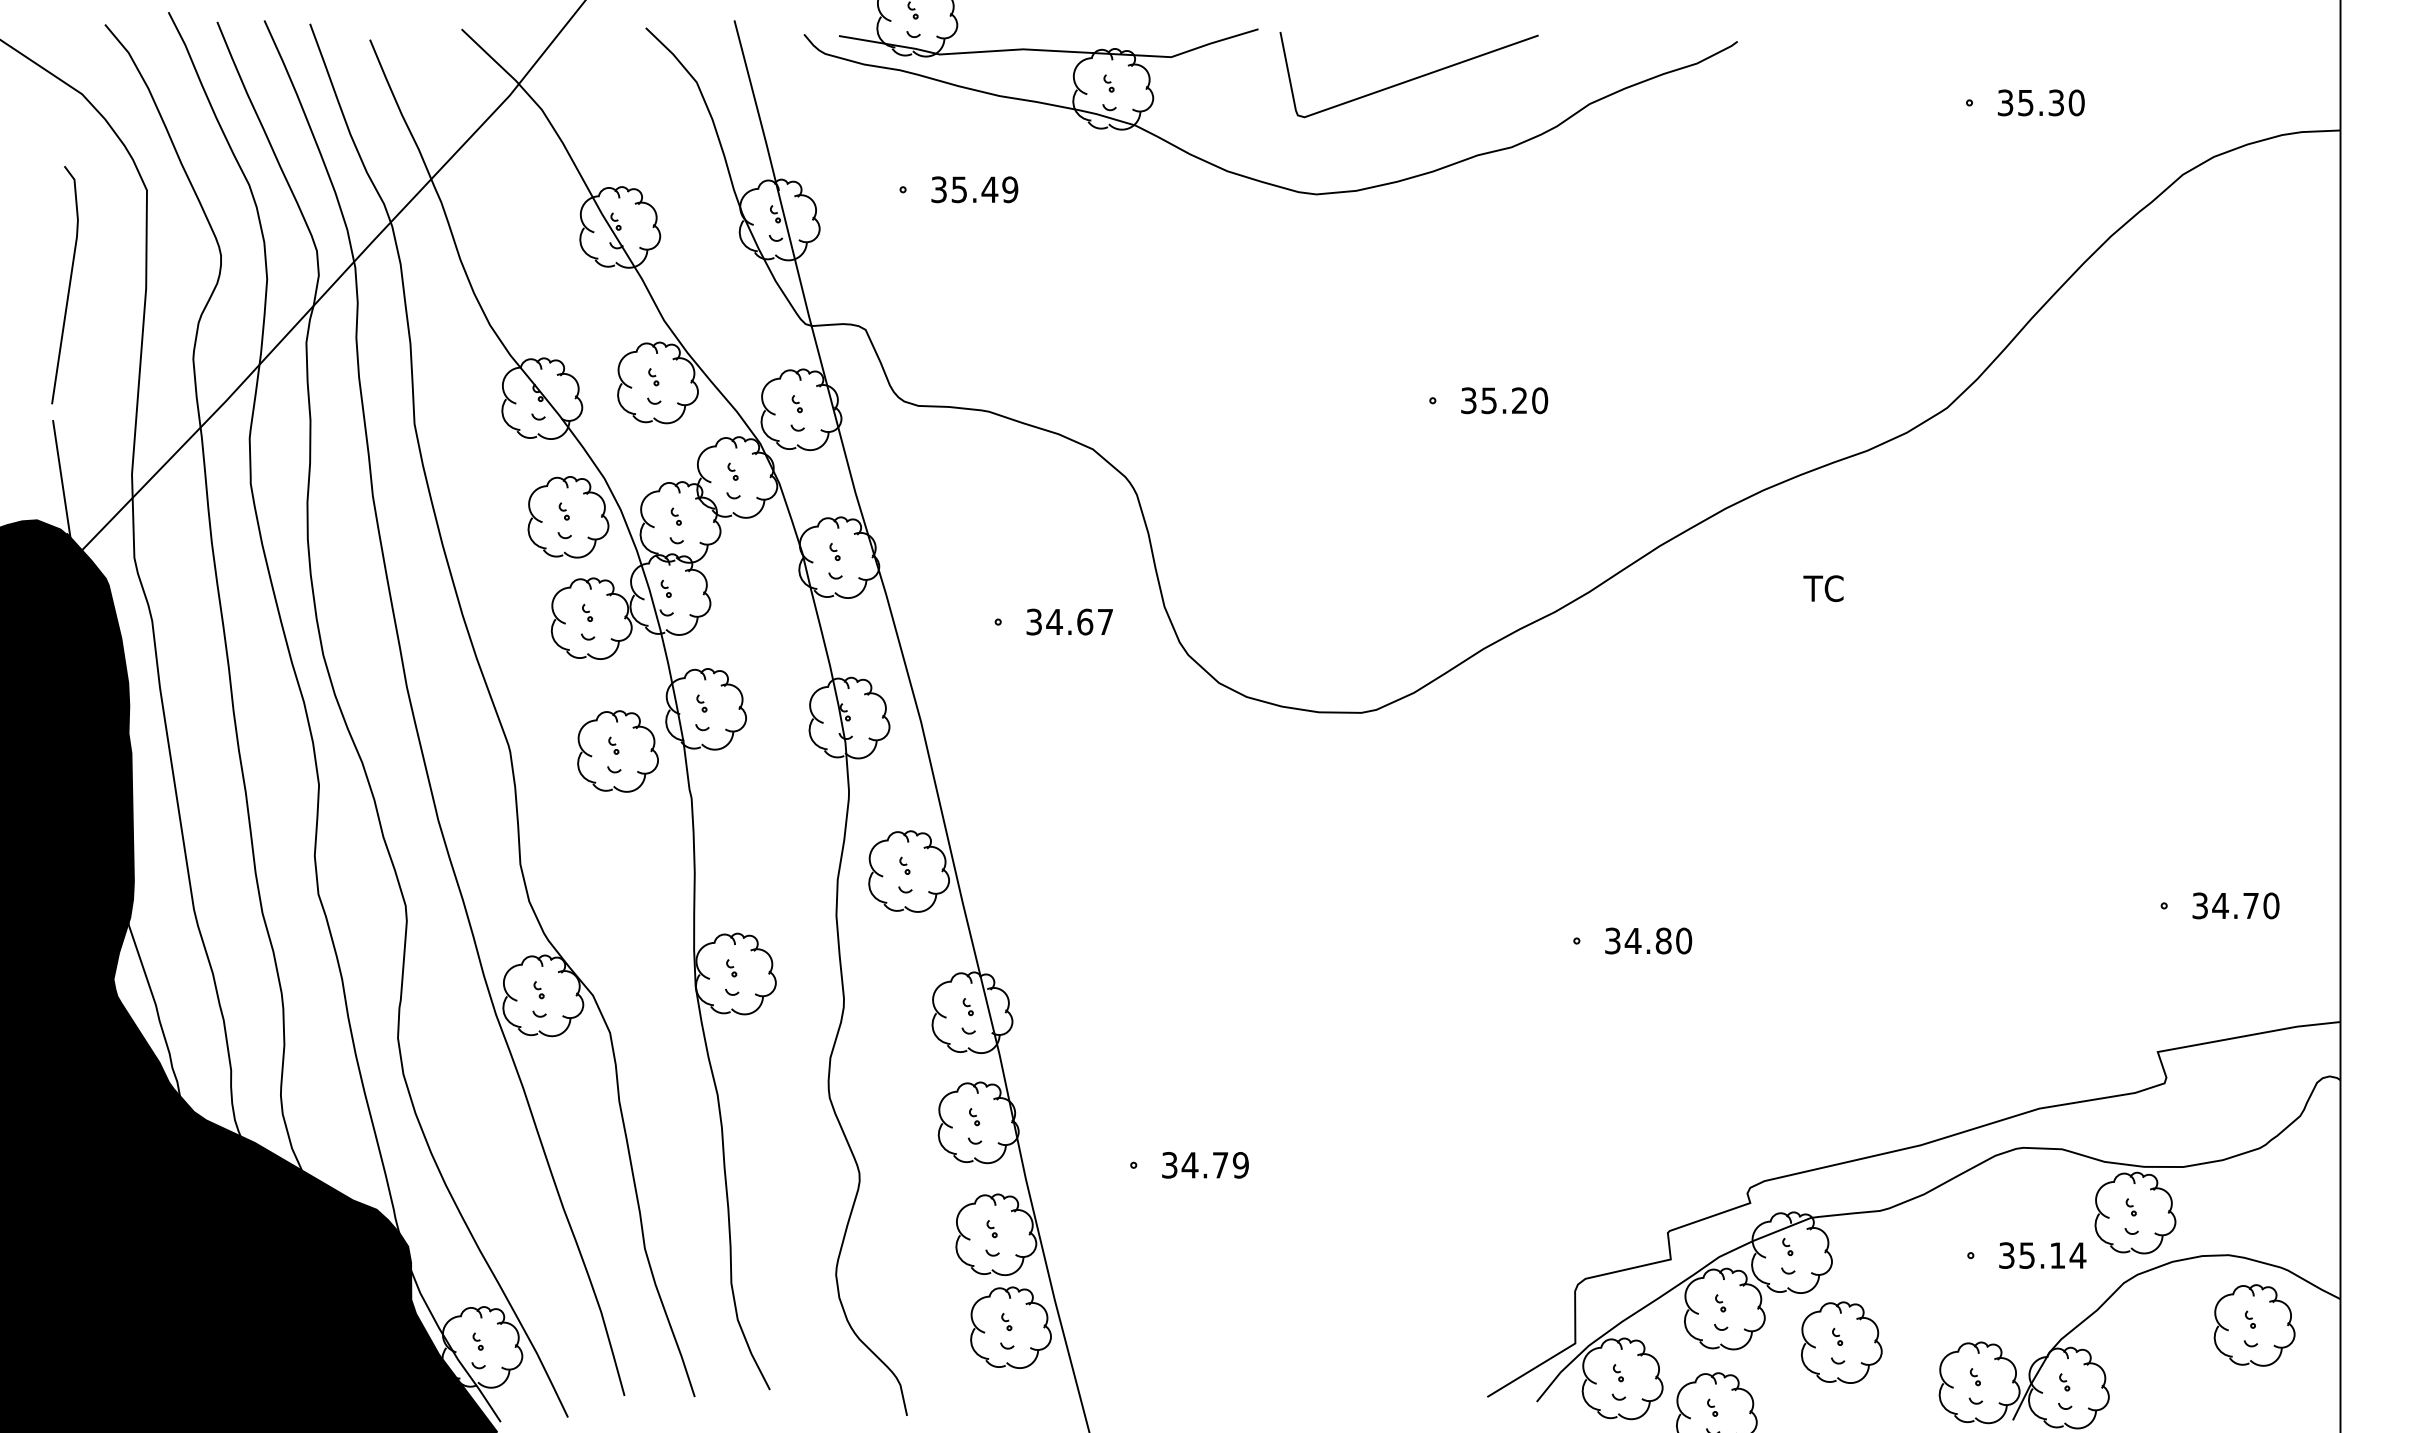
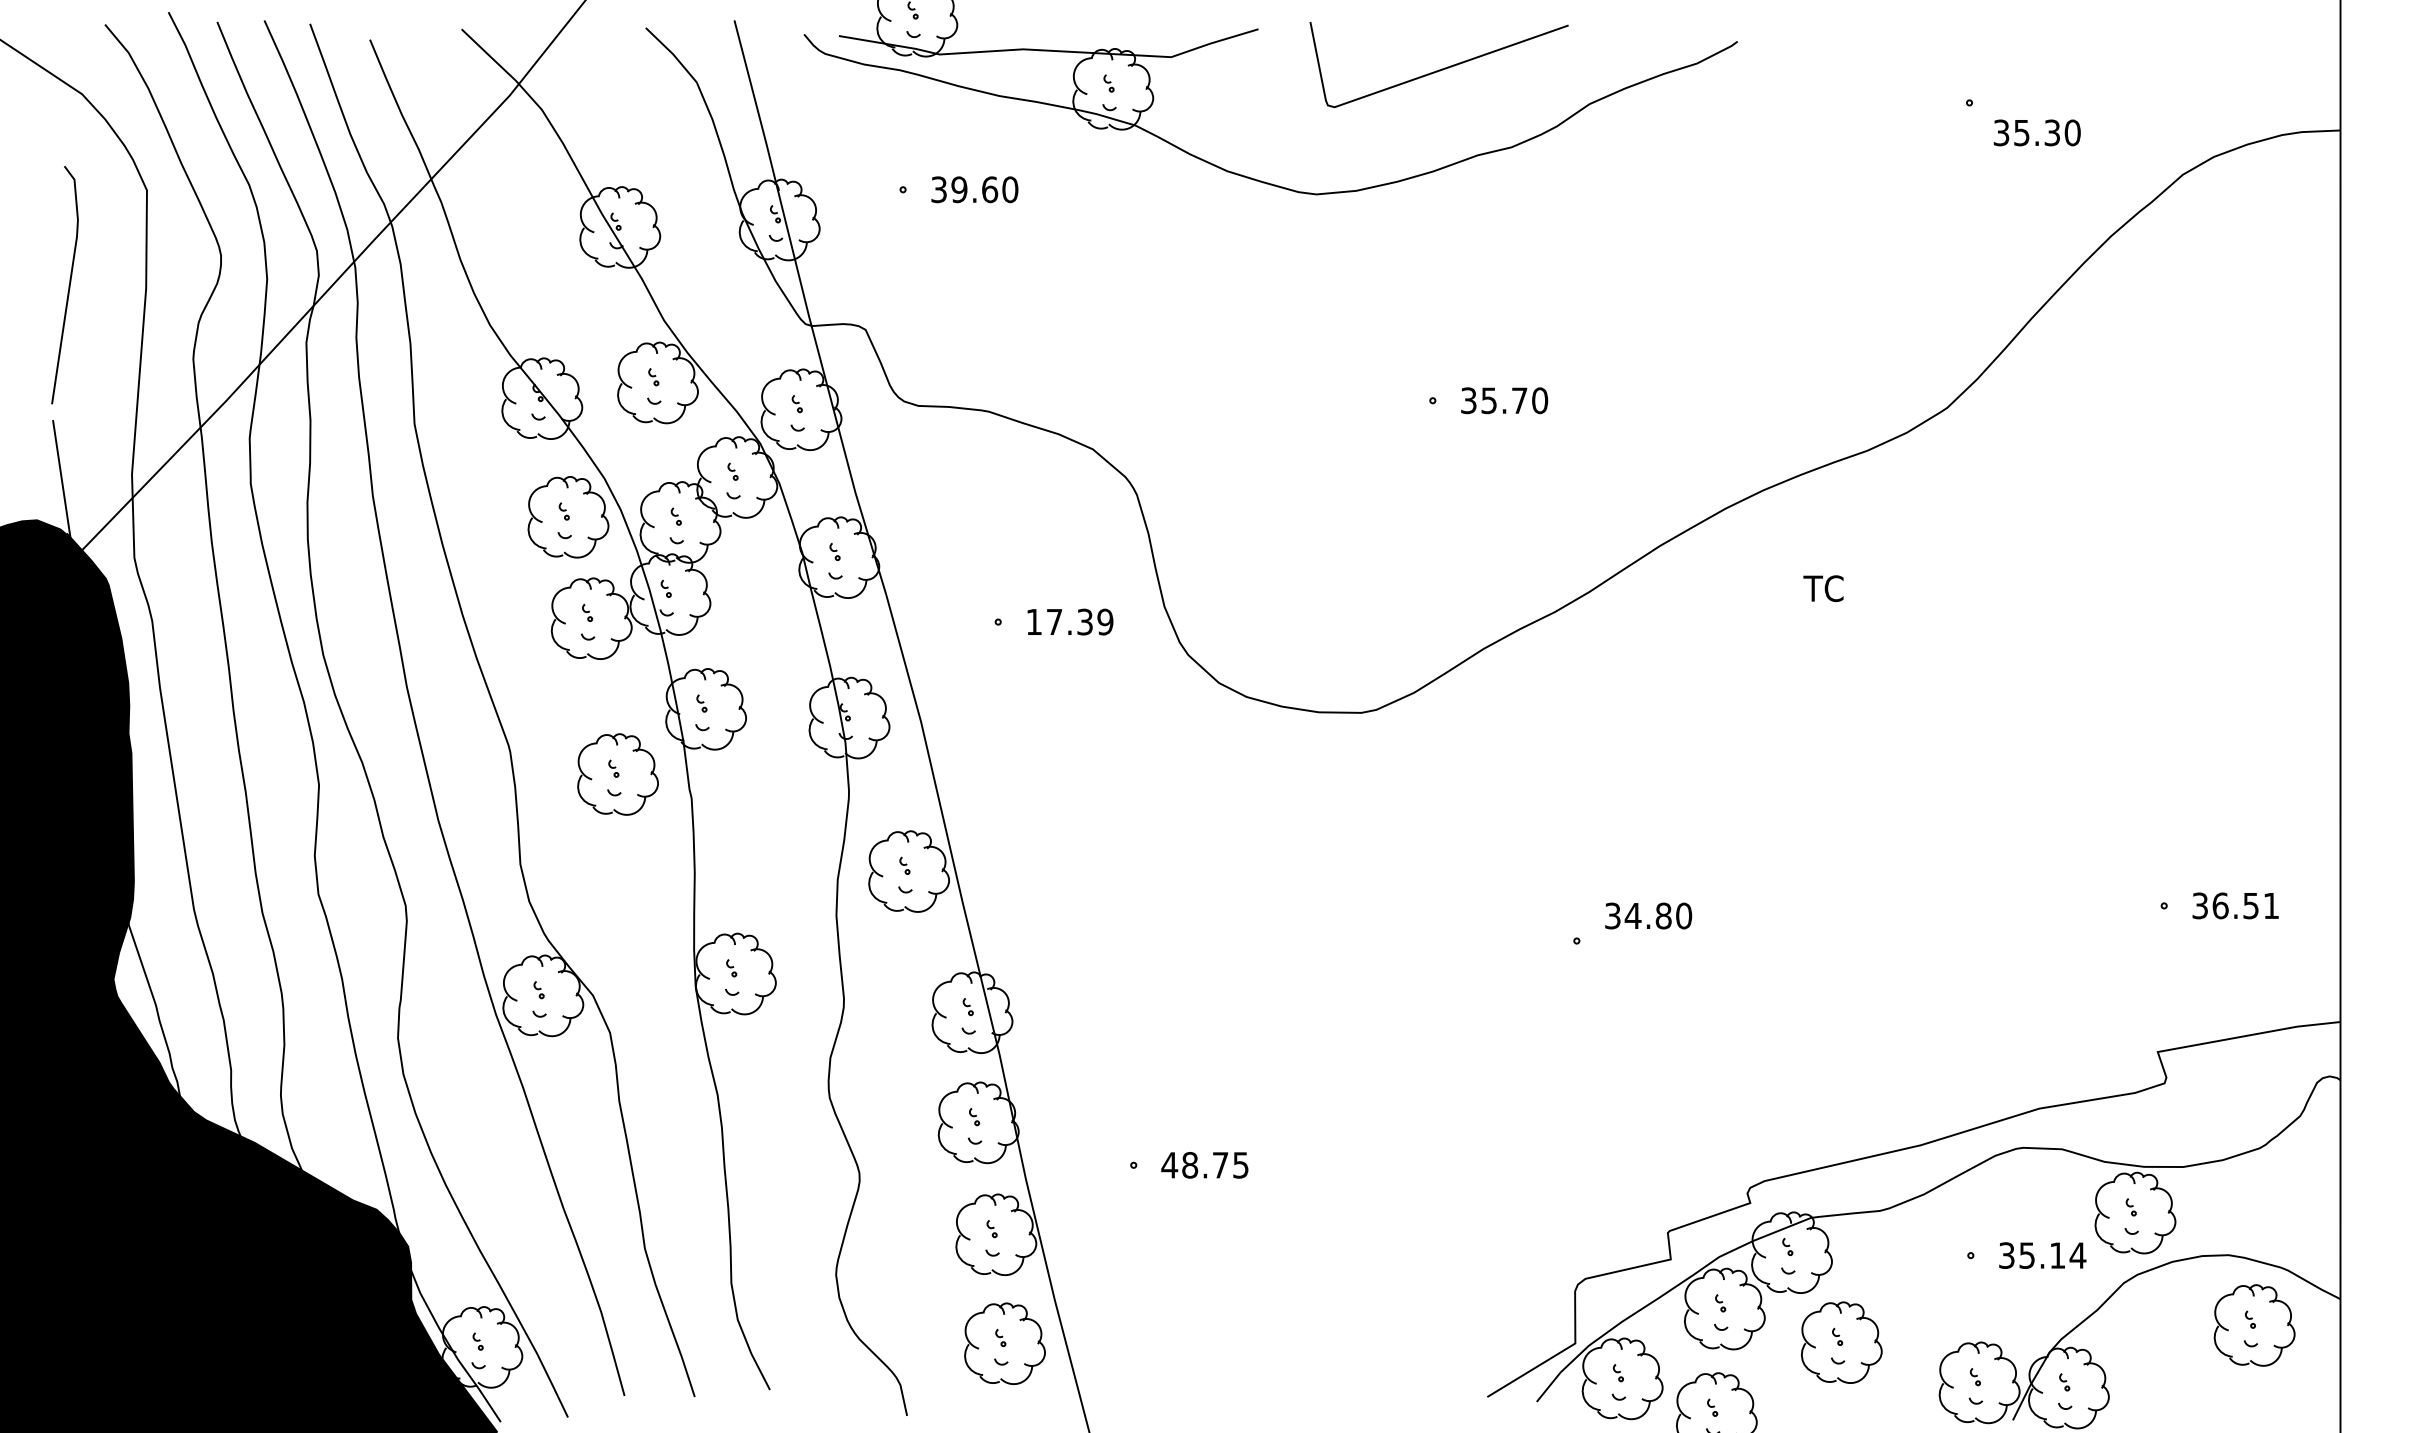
line at (1409, 79) position: (1409, 79) -> (1439, 69)
text at (2041, 102) position: (2041, 102) -> (2037, 132)
text at (984, 189): 35.49 -> 39.60
text at (1519, 400): 35.20 -> 35.70
text at (1069, 621): 34.67 -> 17.39
part at (617, 751) position: (617, 751) -> (617, 774)
text at (2245, 905): 34.70 -> 36.51
text at (1648, 940) position: (1648, 940) -> (1648, 915)
text at (1204, 1165): 34.79 -> 48.75
part at (1010, 1327) position: (1010, 1327) -> (1004, 1343)
